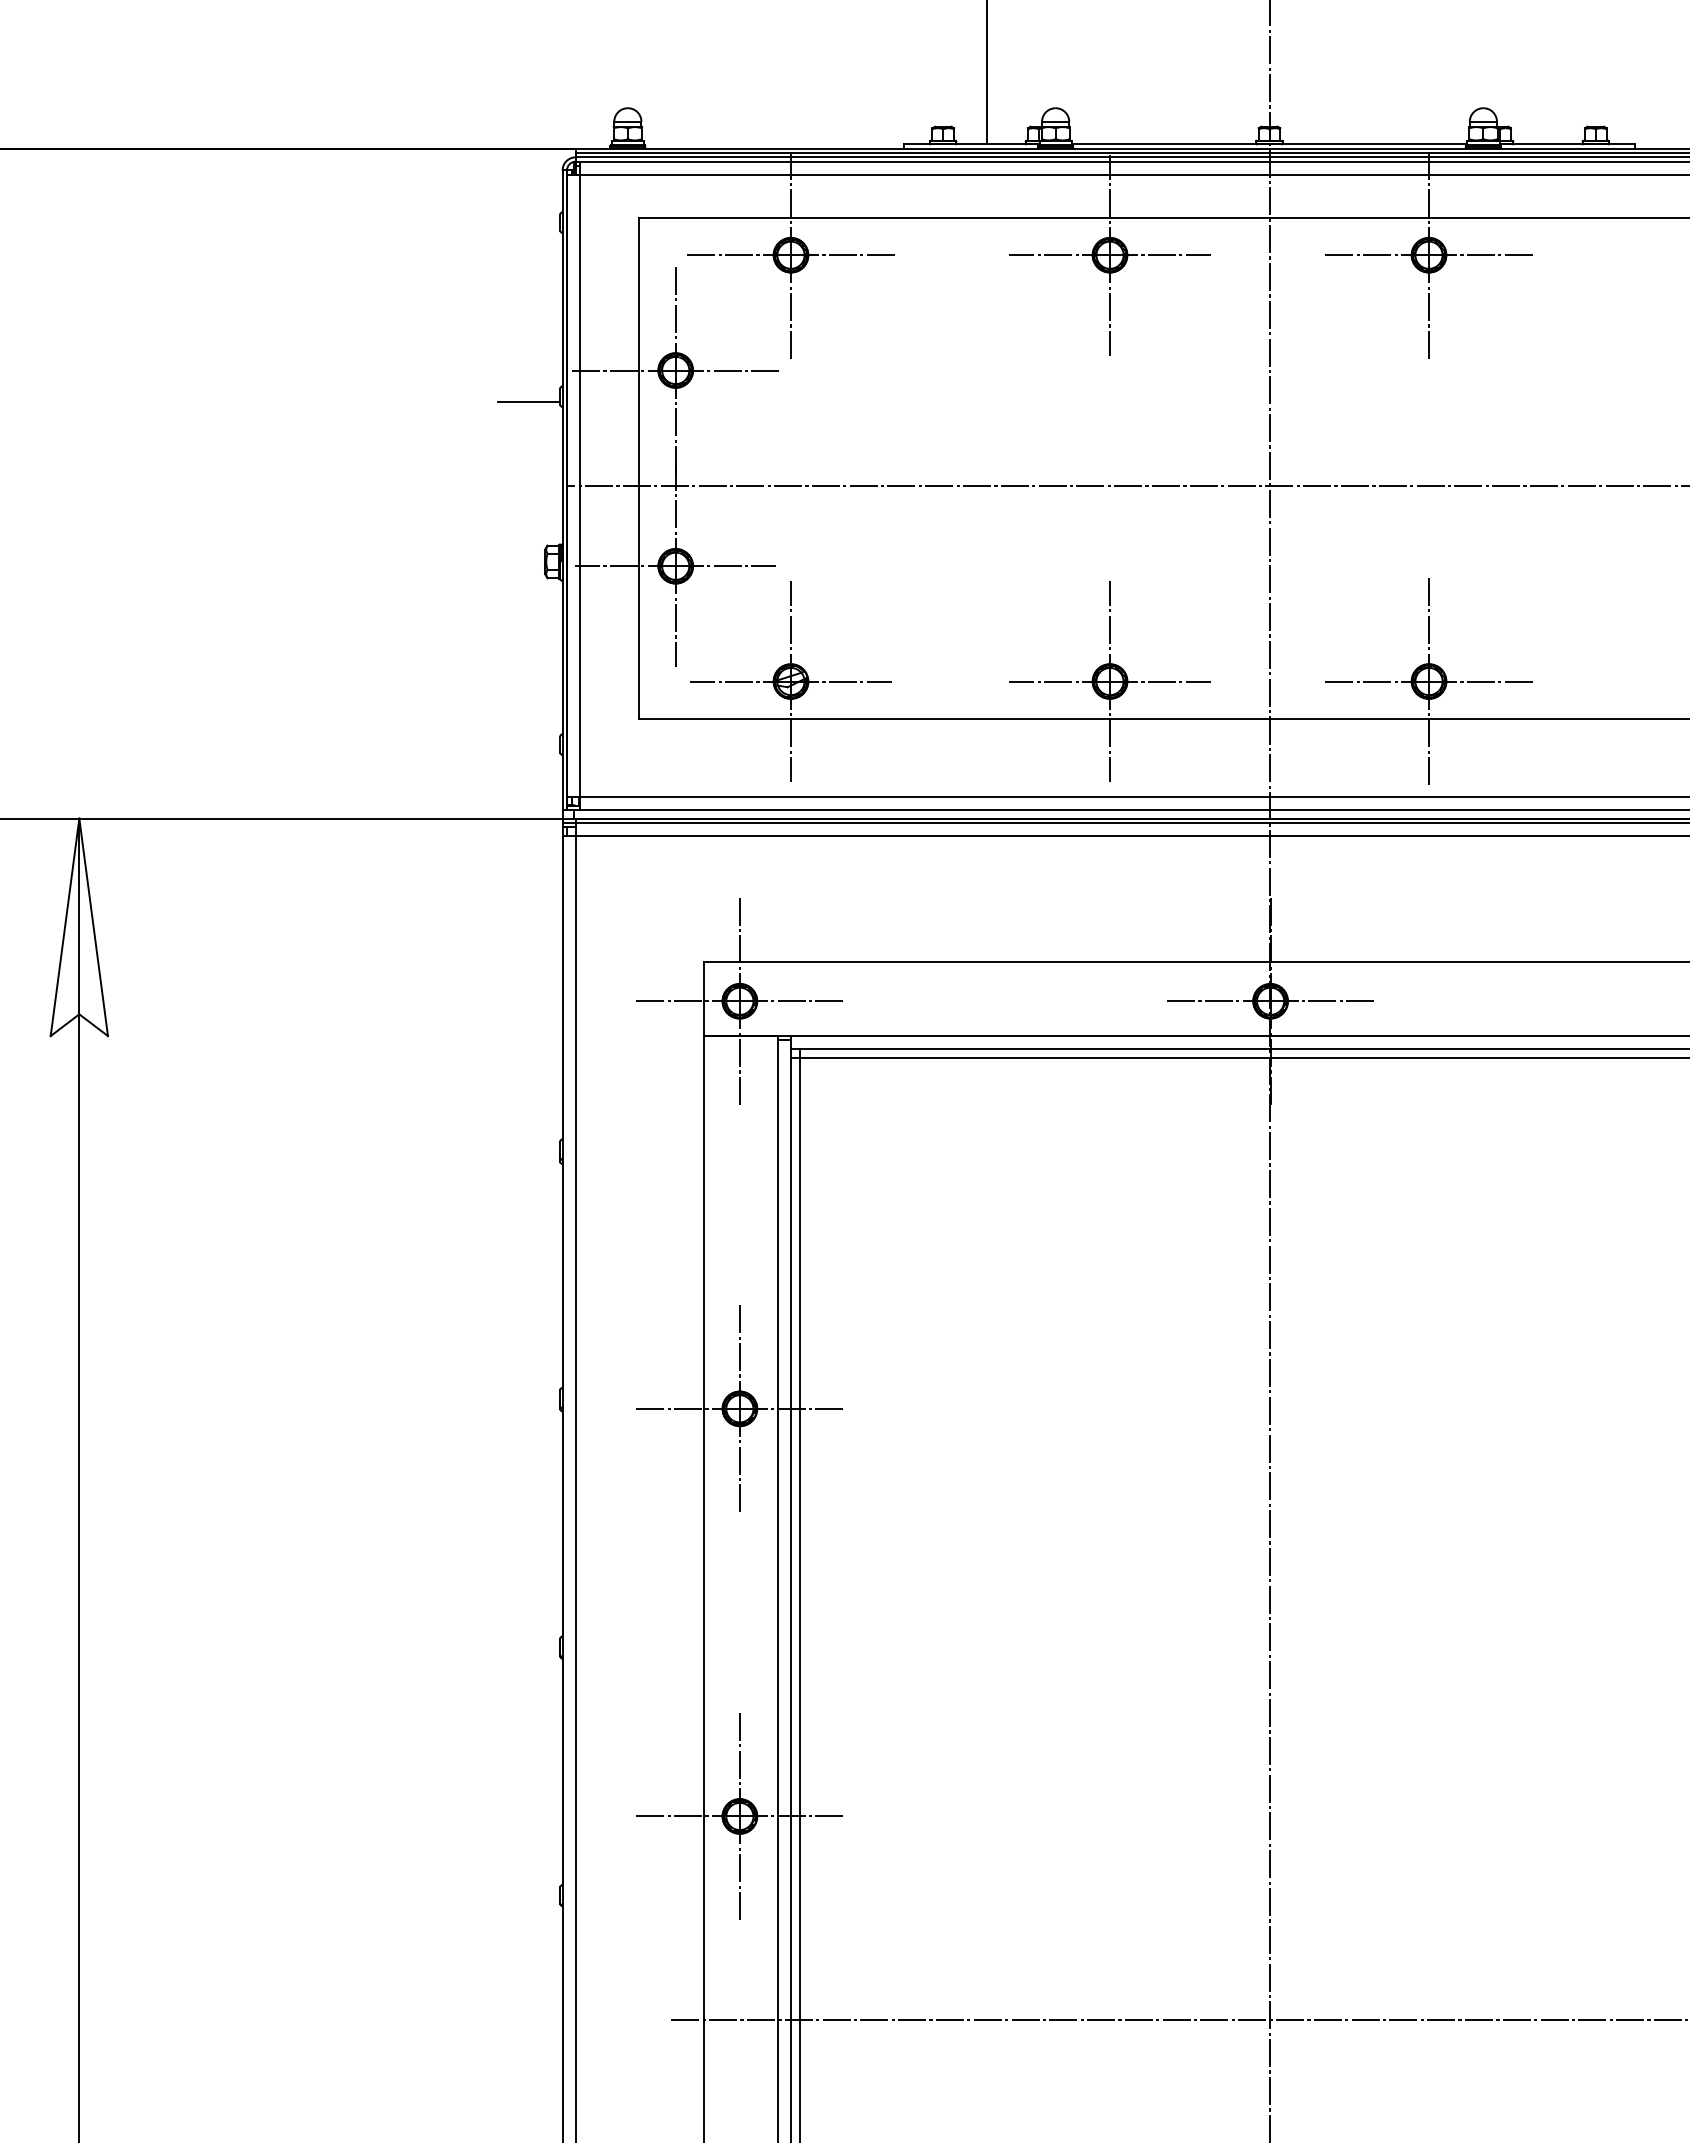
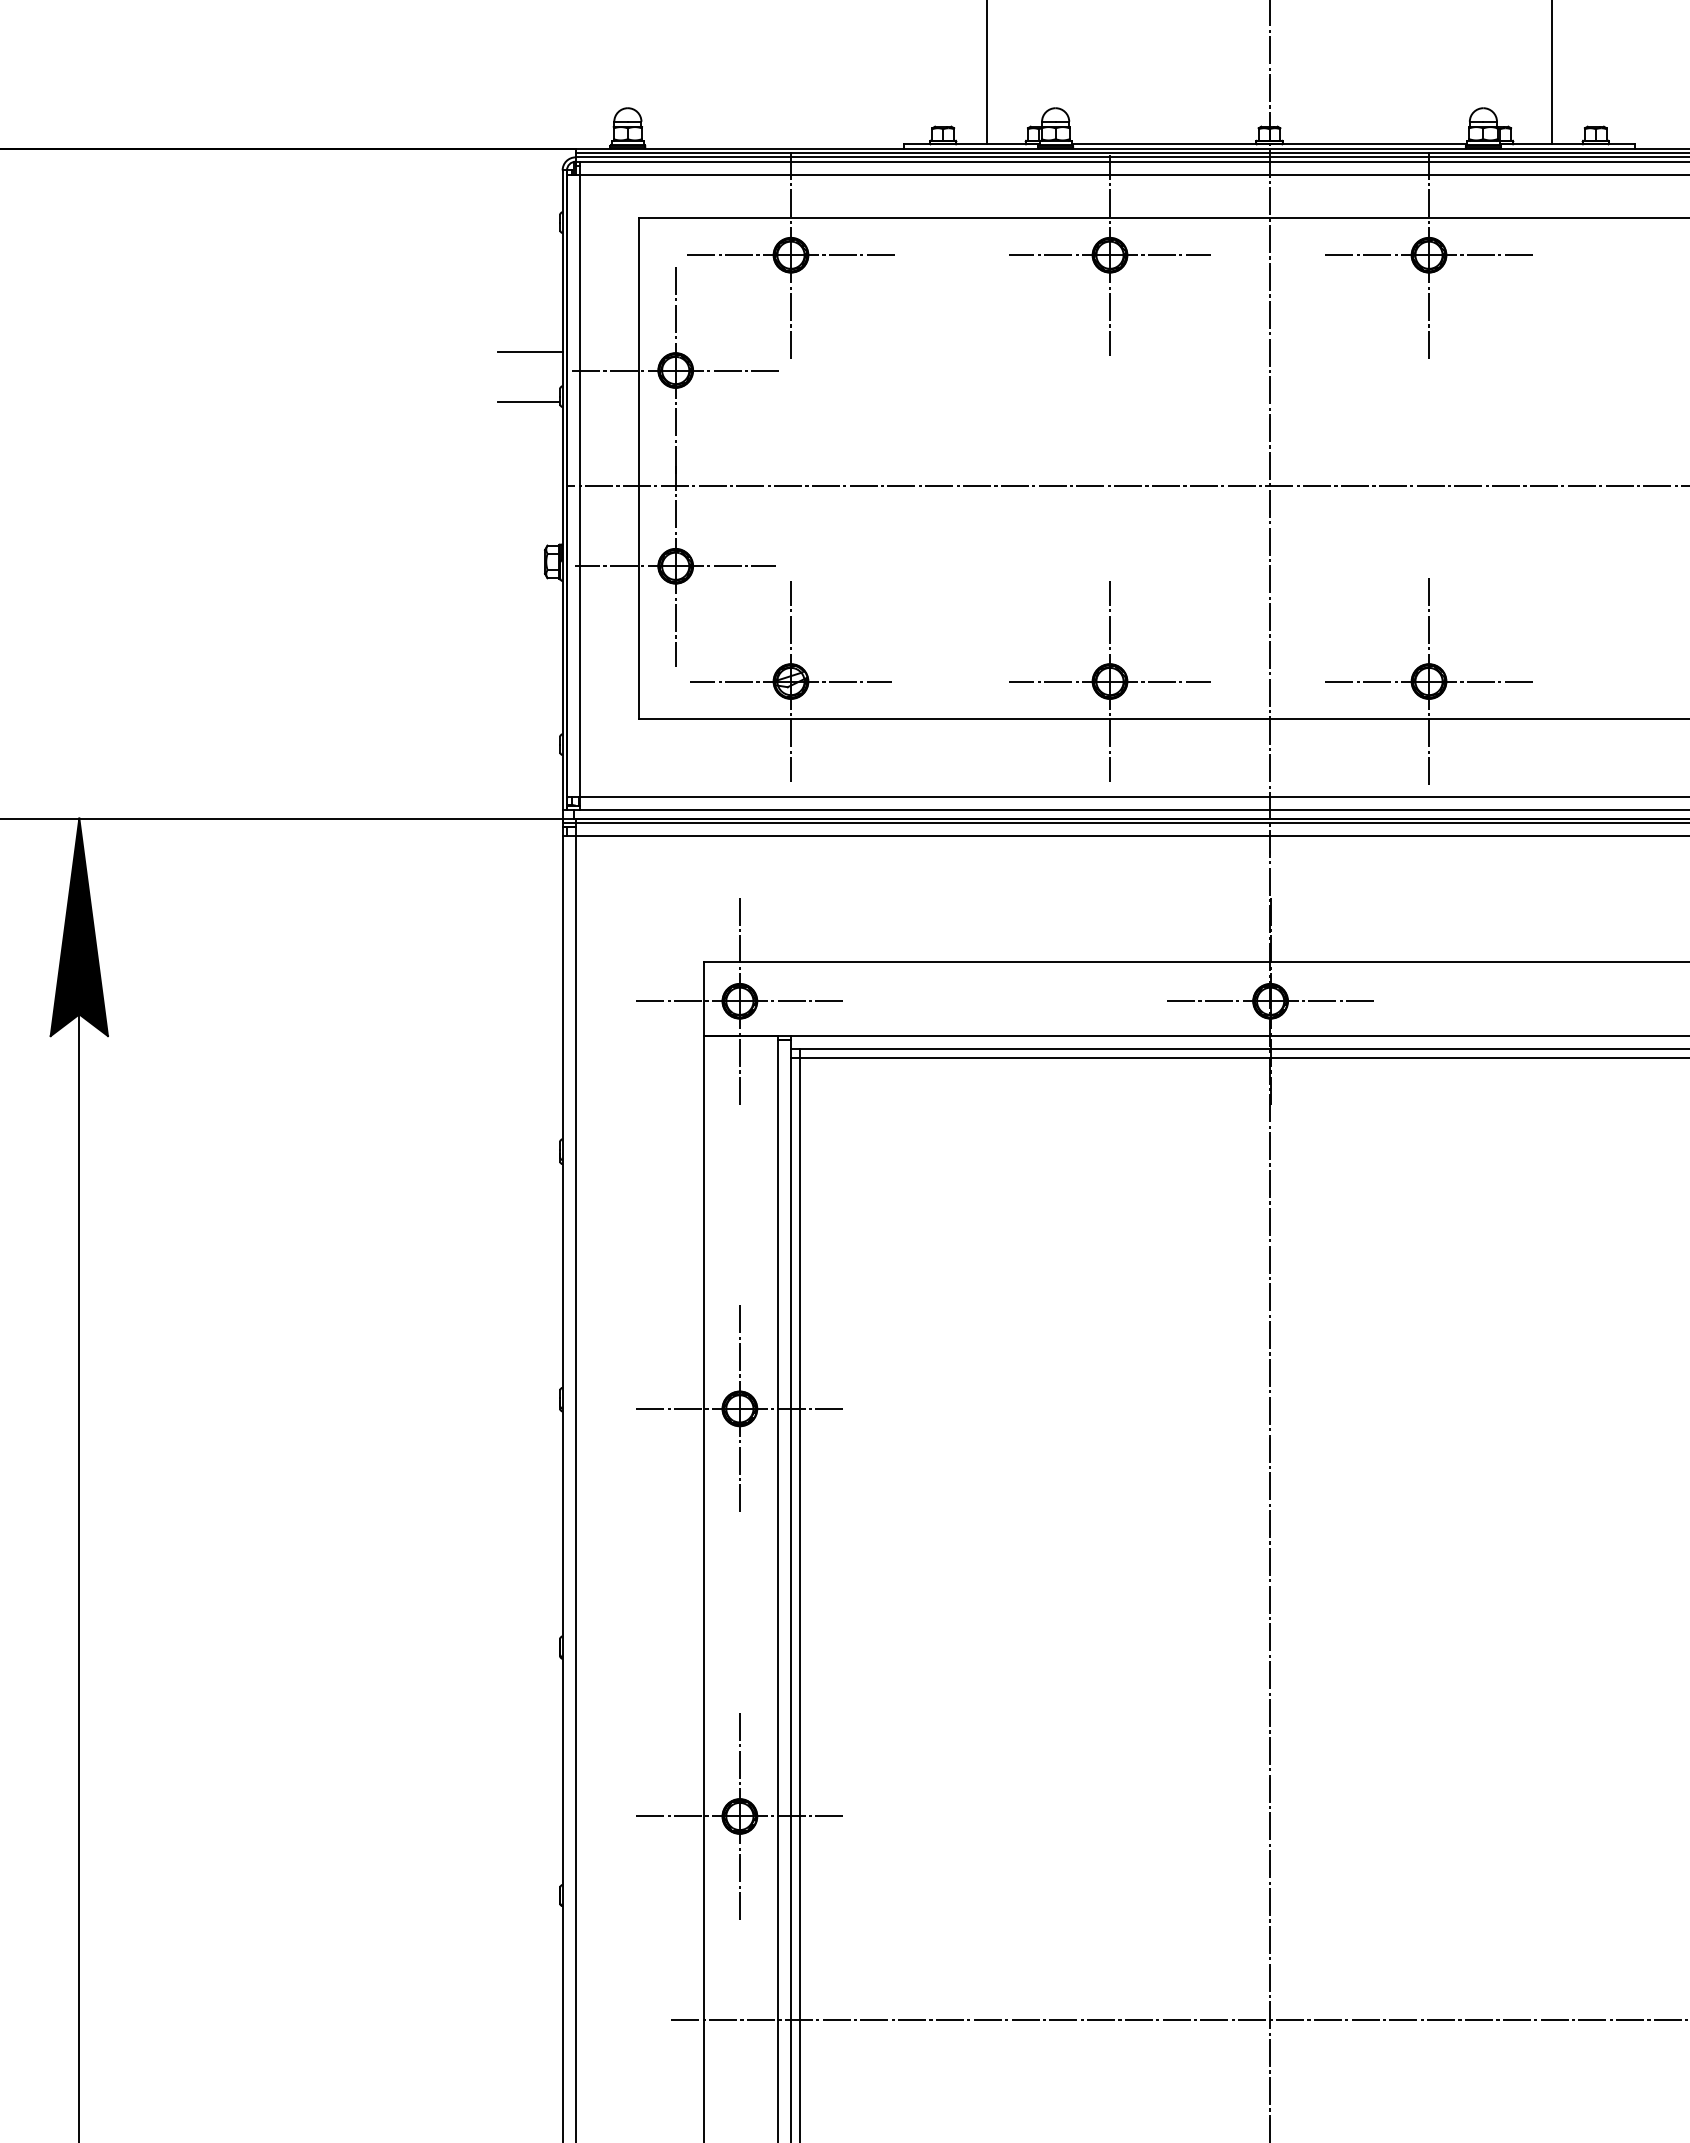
line at (1552, 73): none -> present
line at (530, 352): none -> present
fill at (78, 927): none -> present
